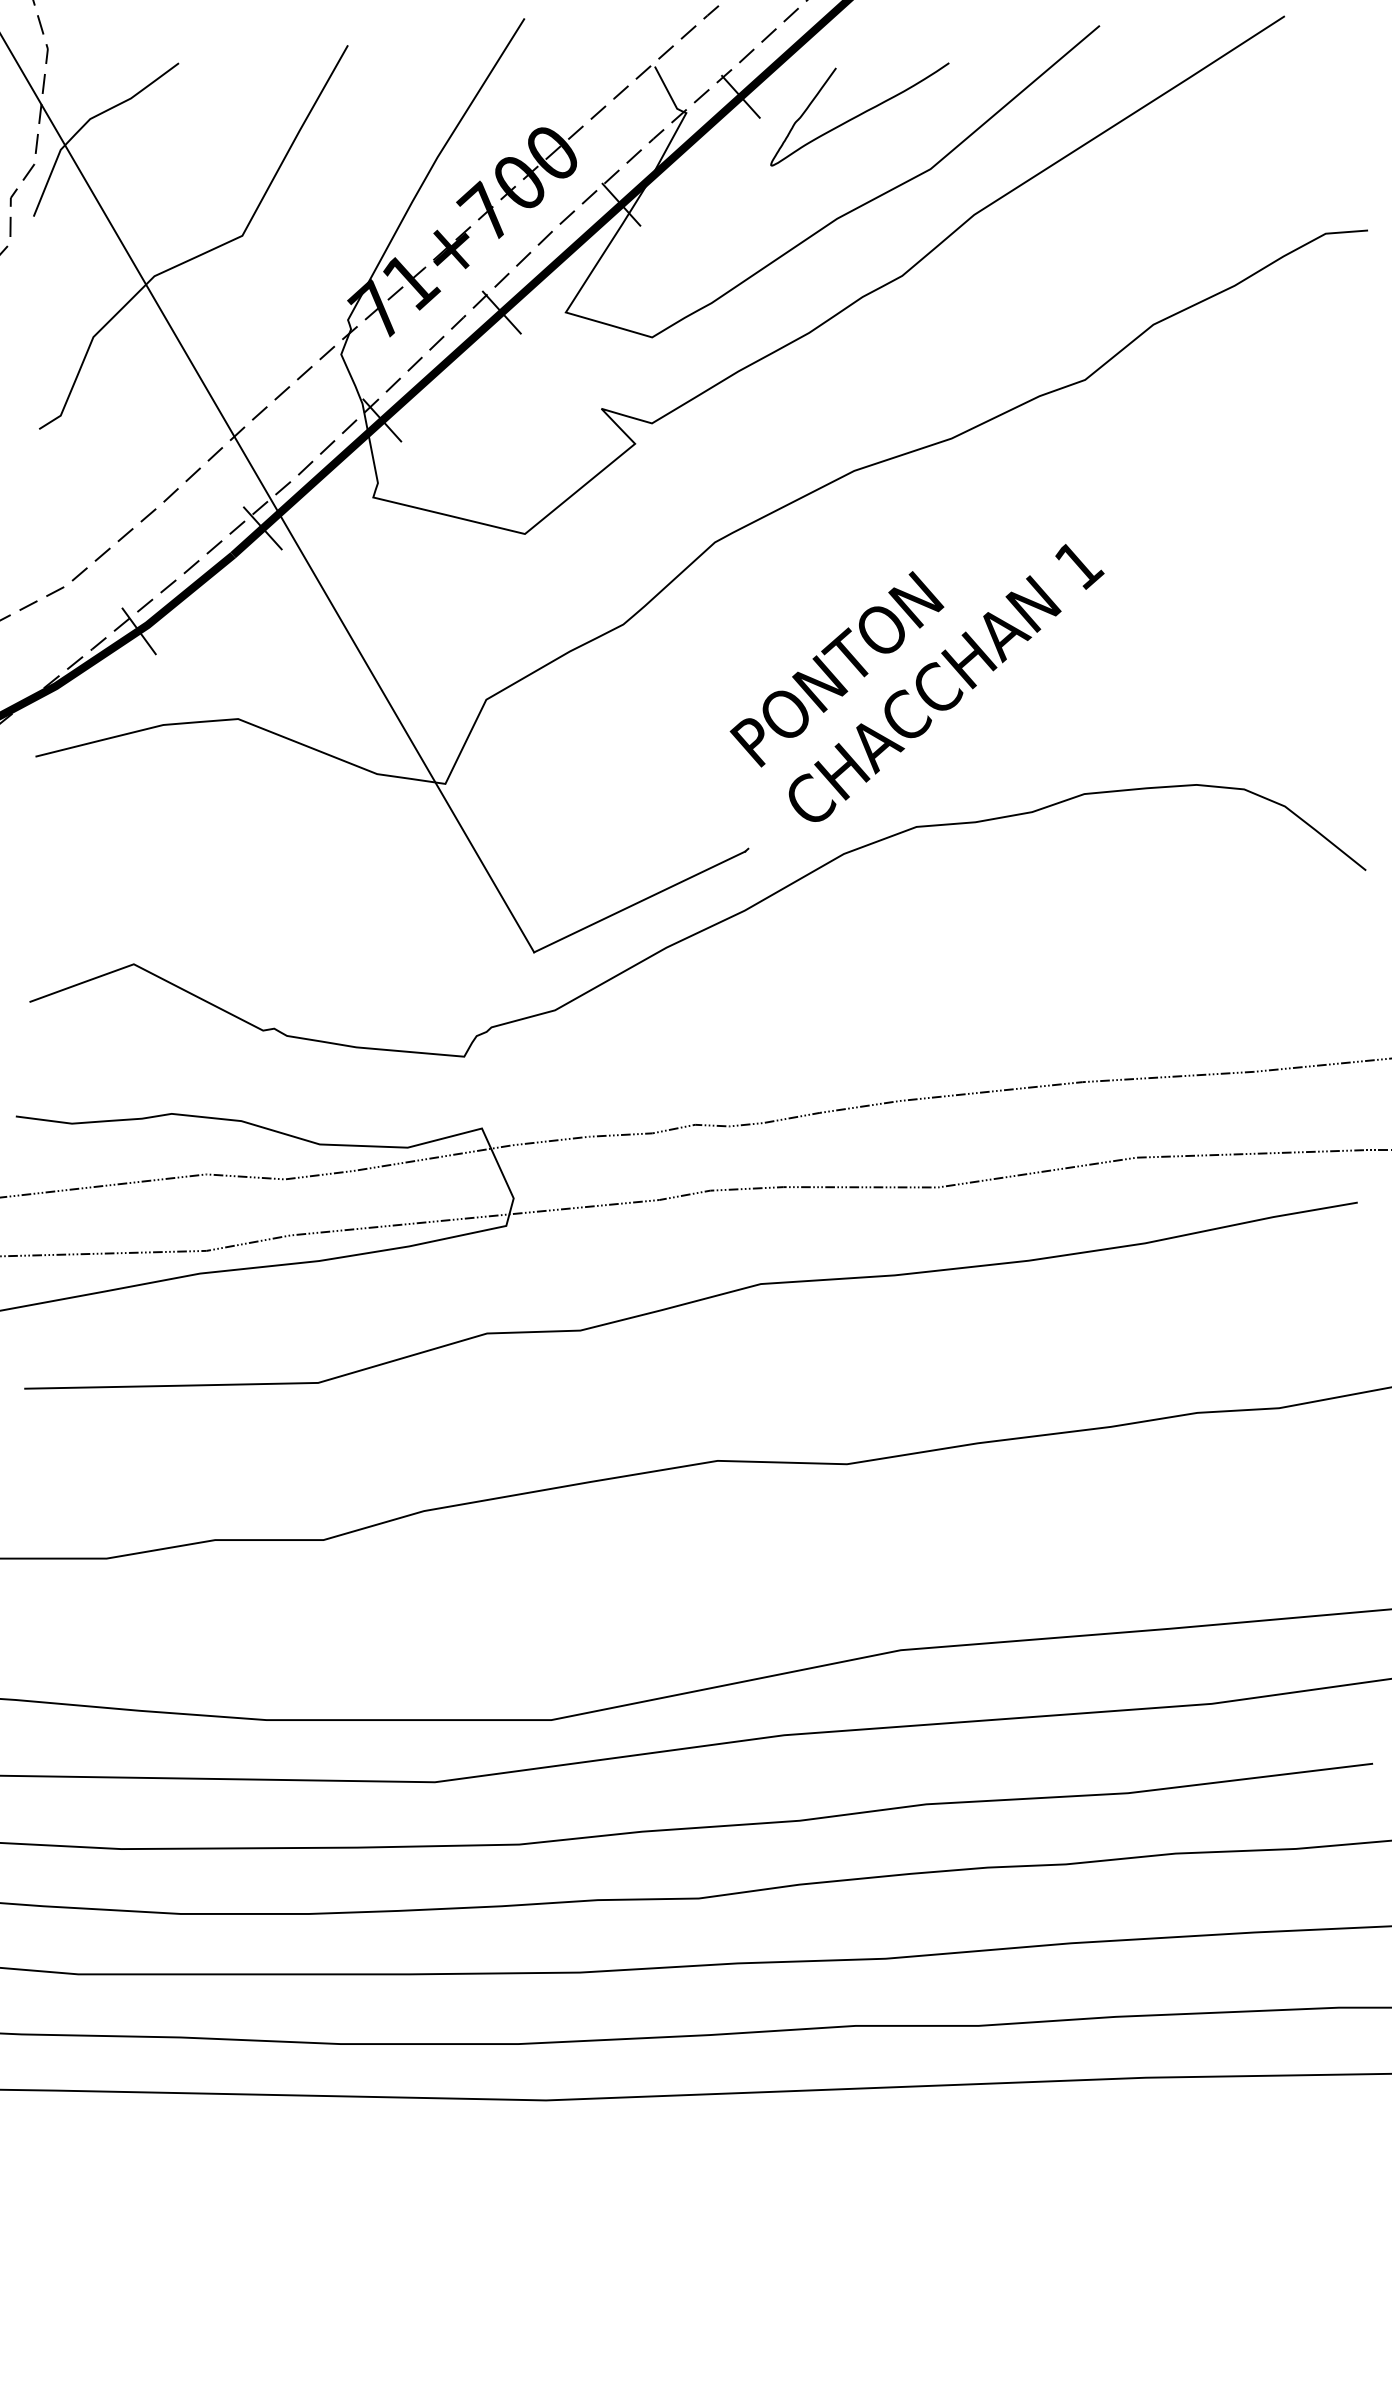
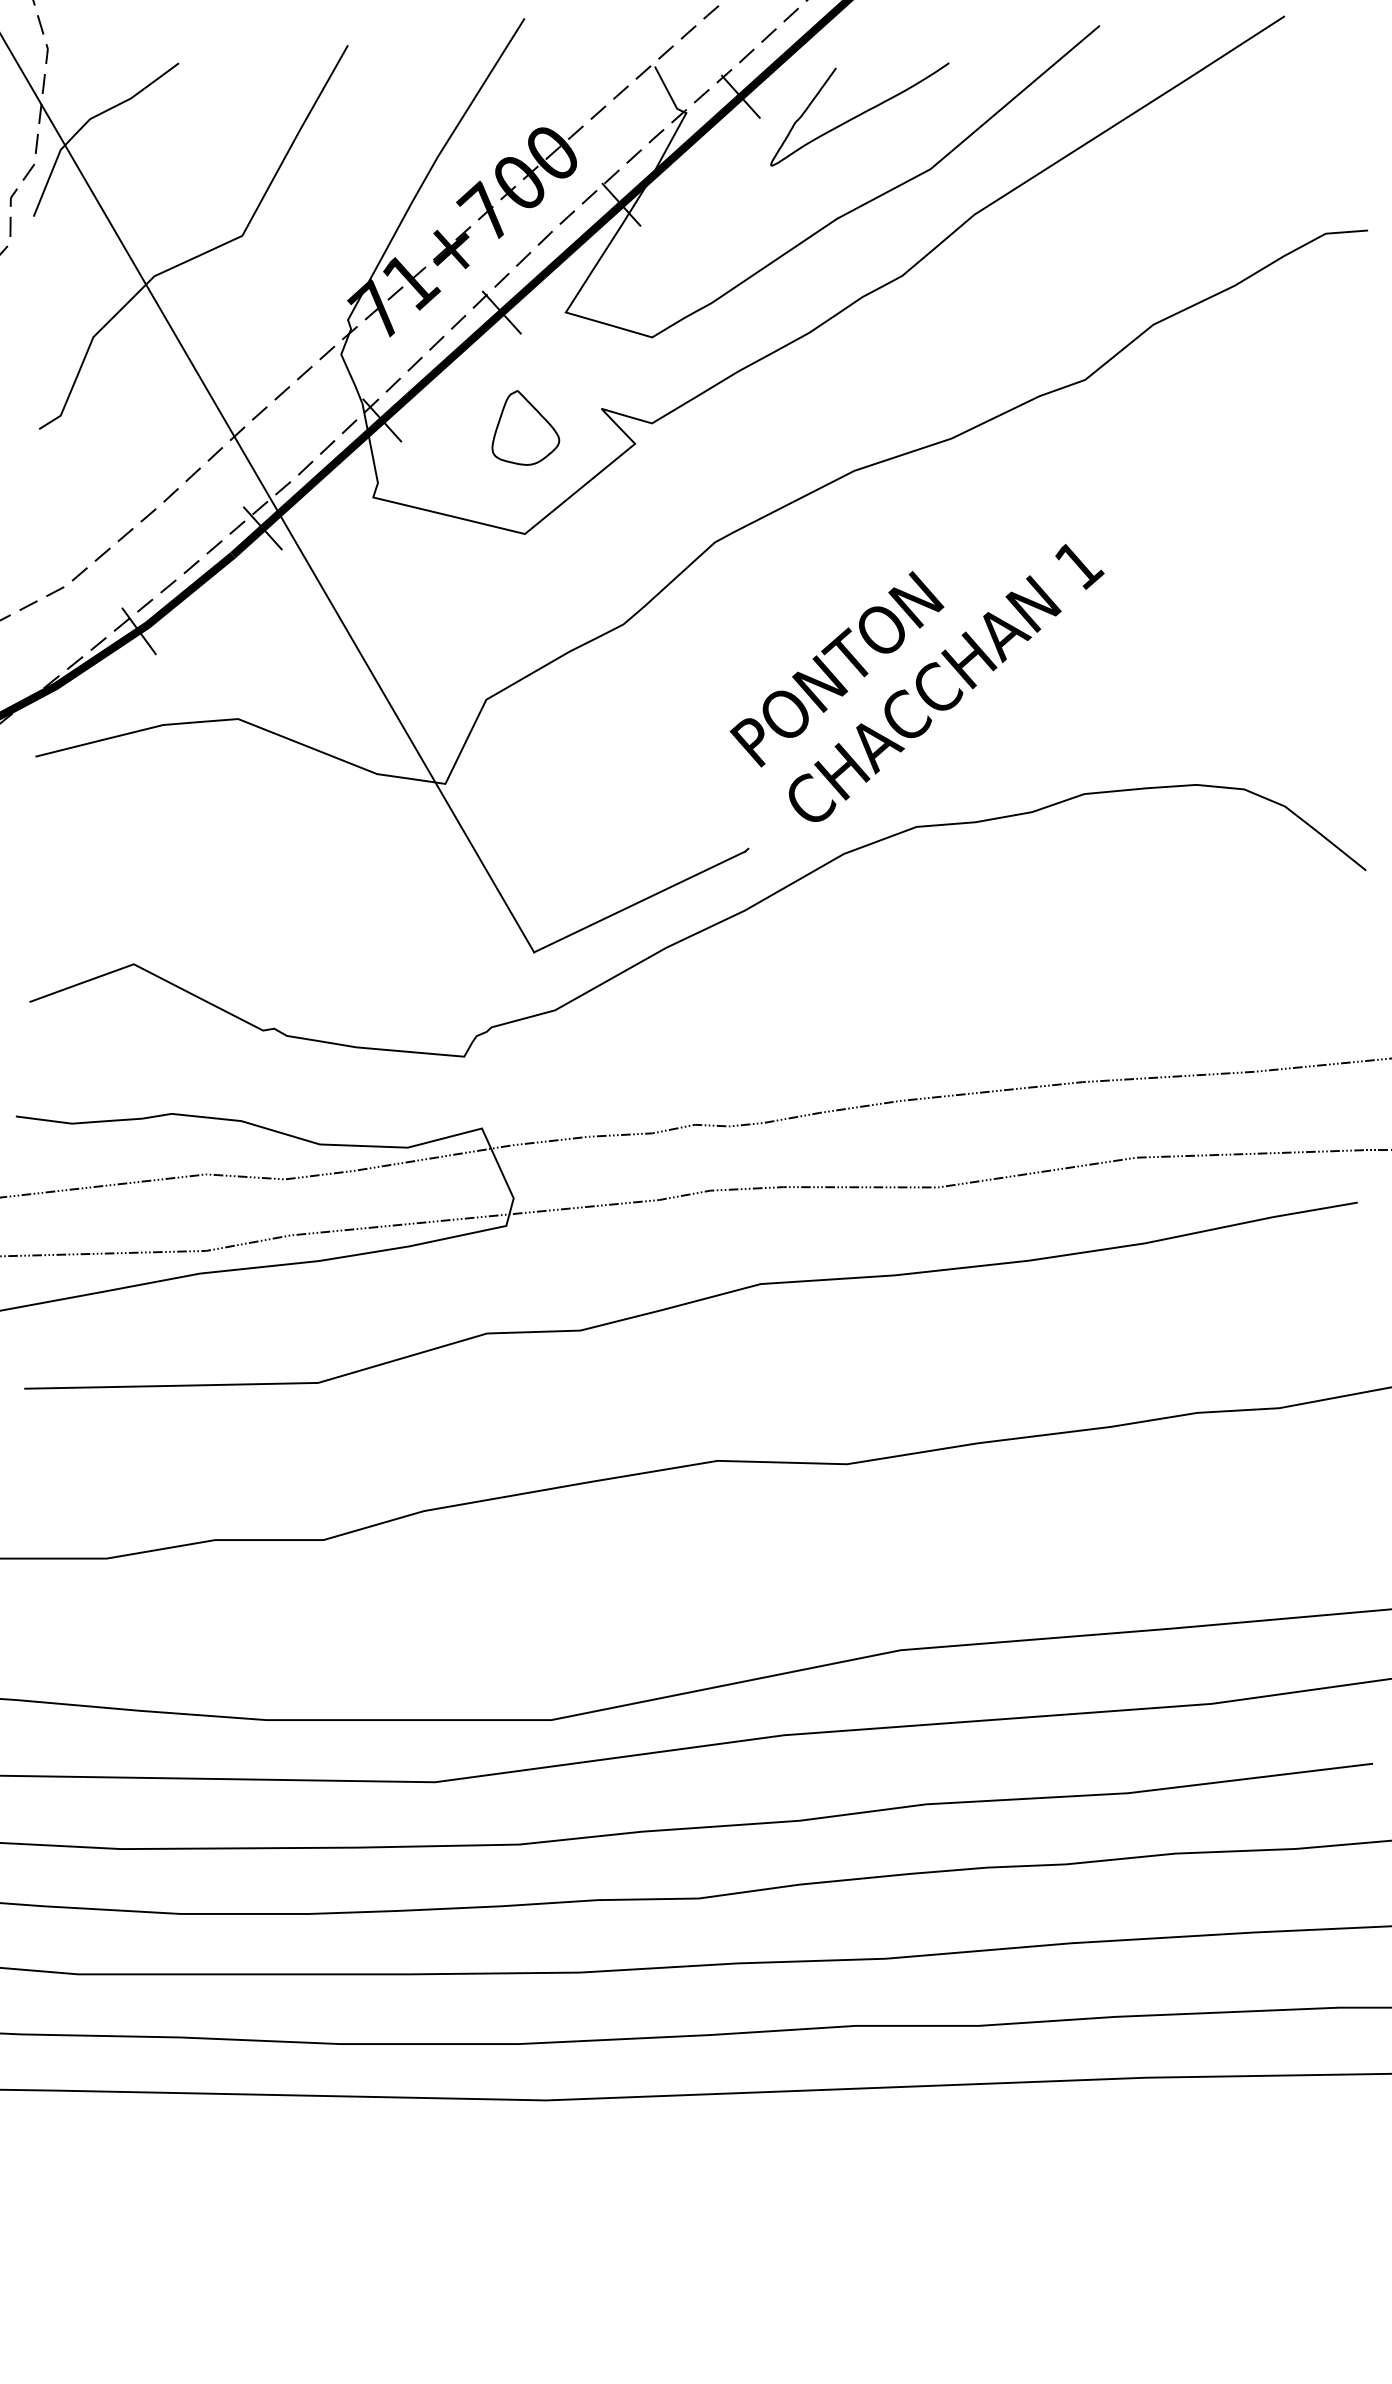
part at (525, 427): none -> present
